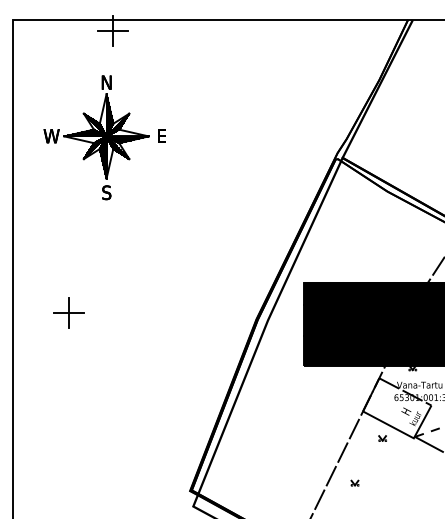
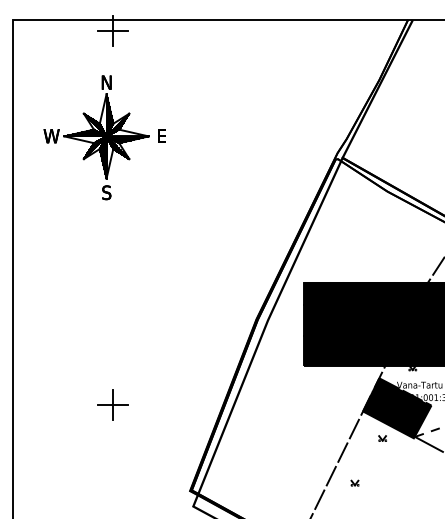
part at (68, 312) position: (68, 312) -> (112, 404)
fill at (397, 408): none -> present
